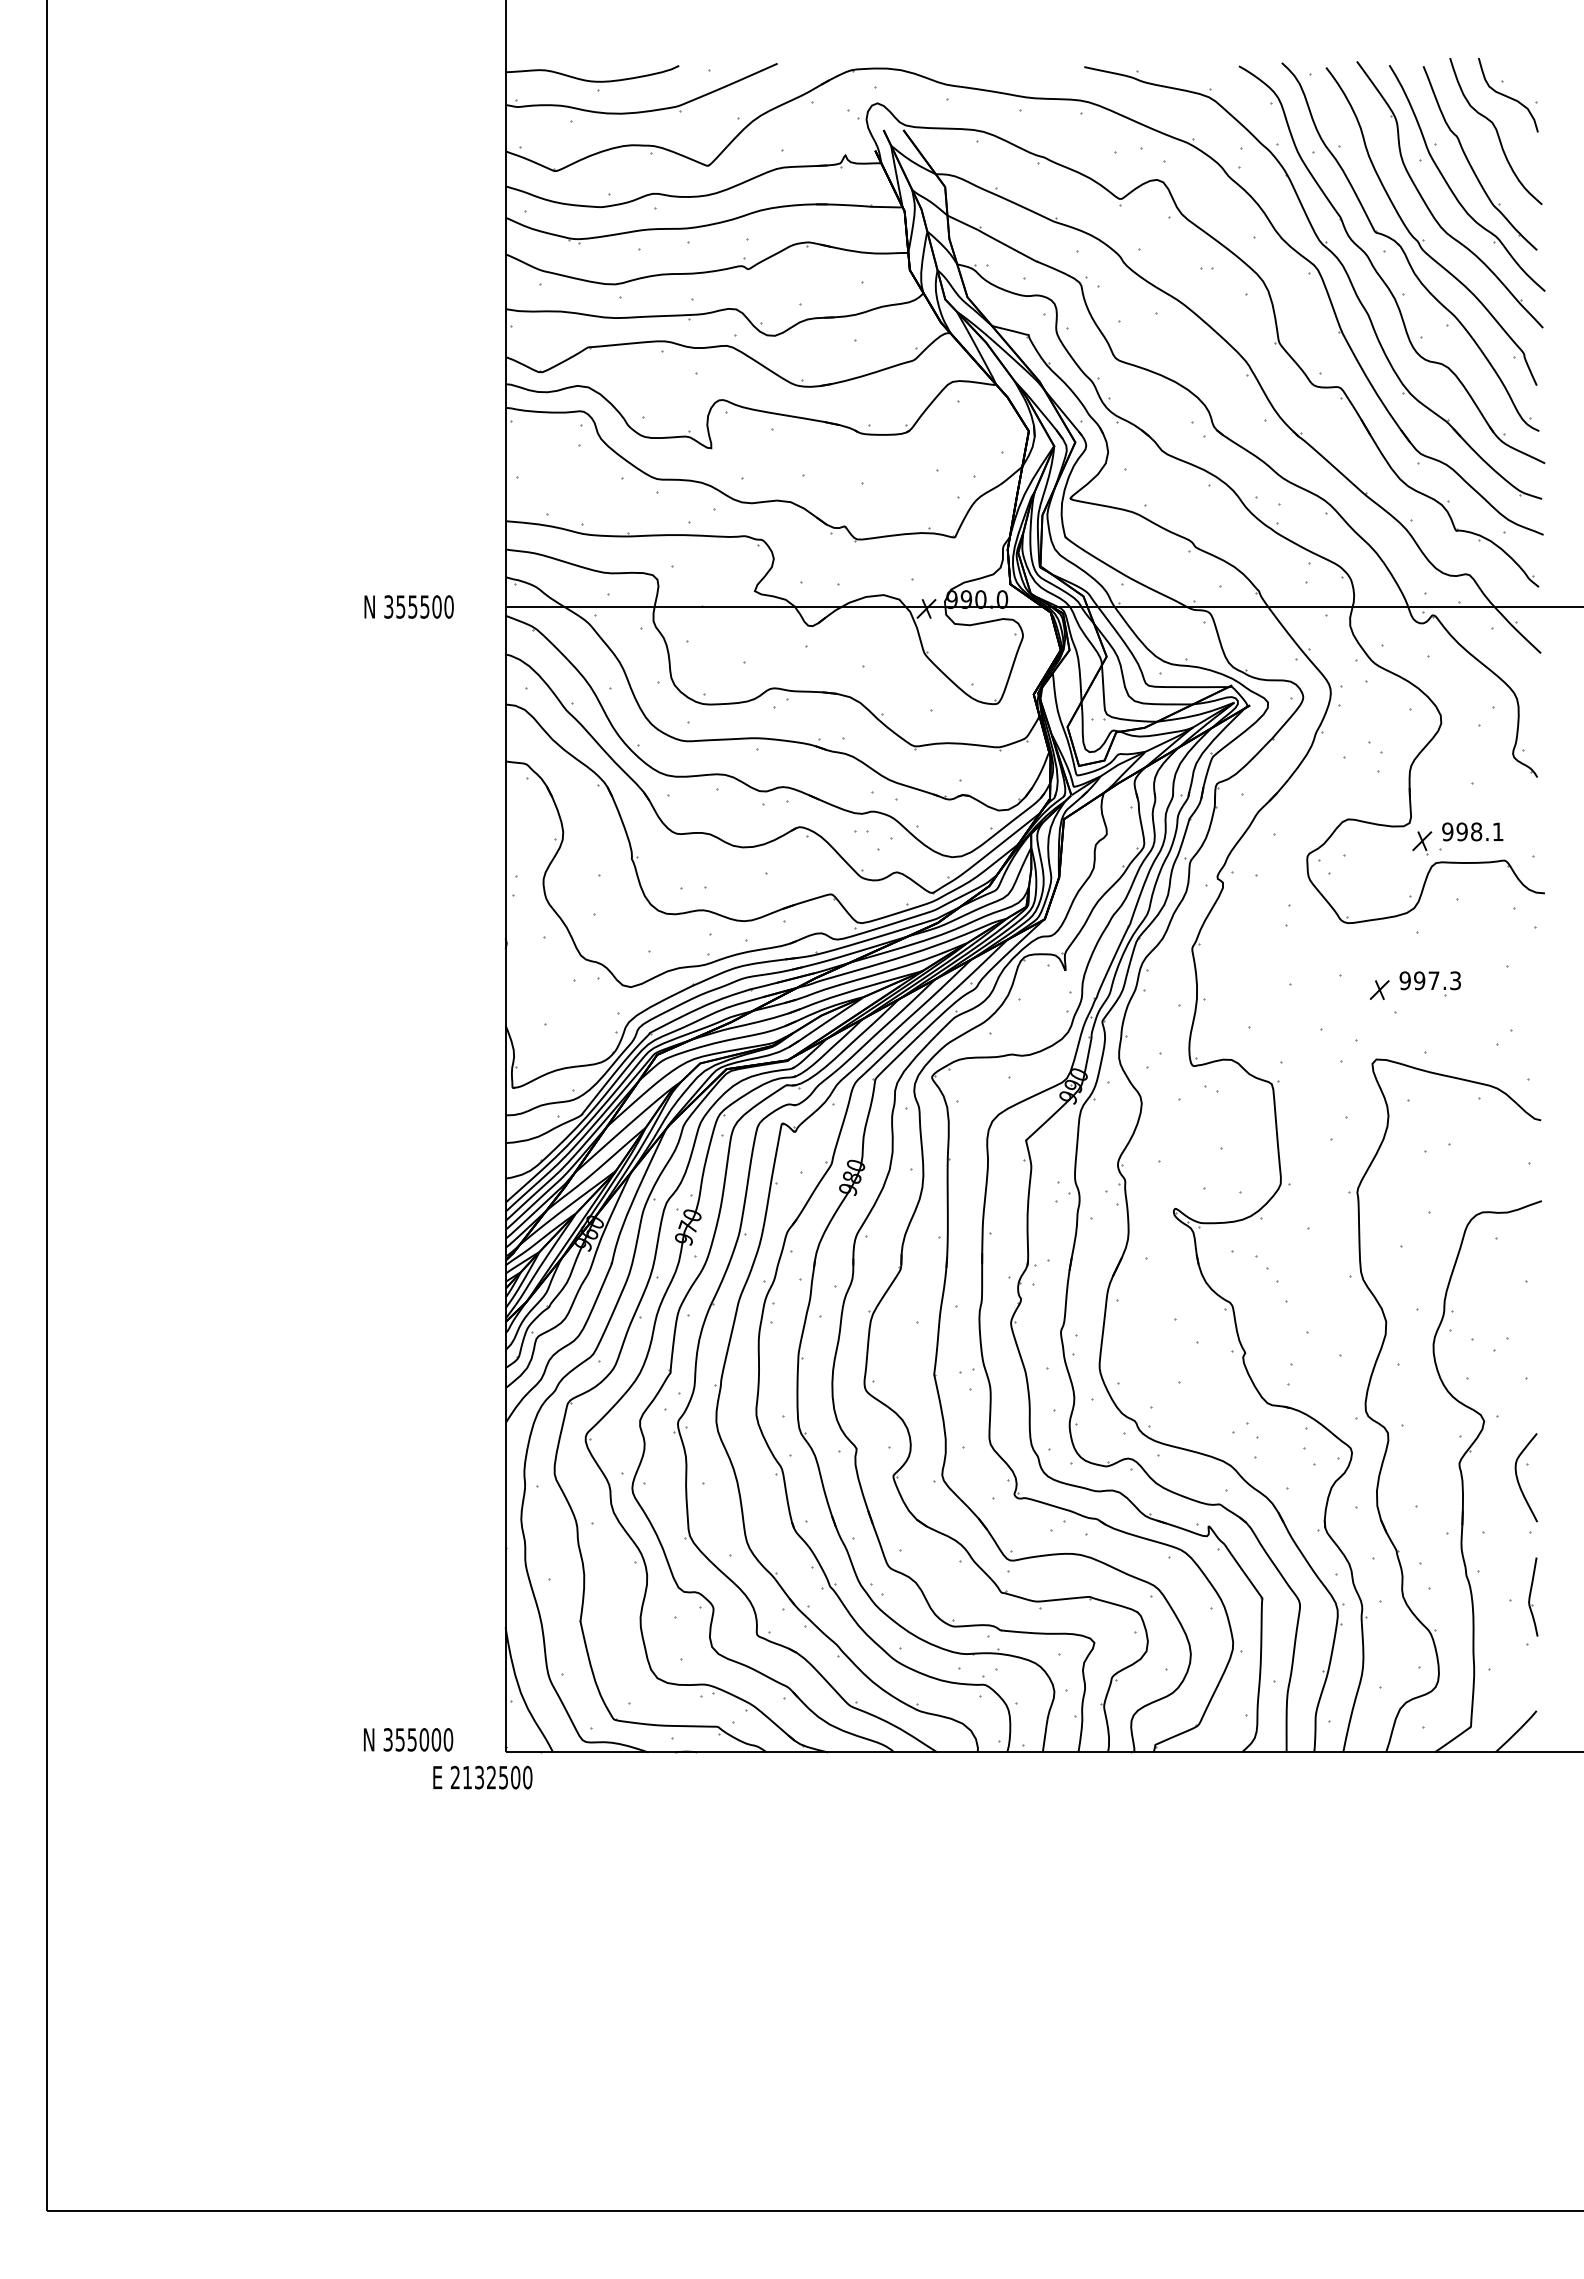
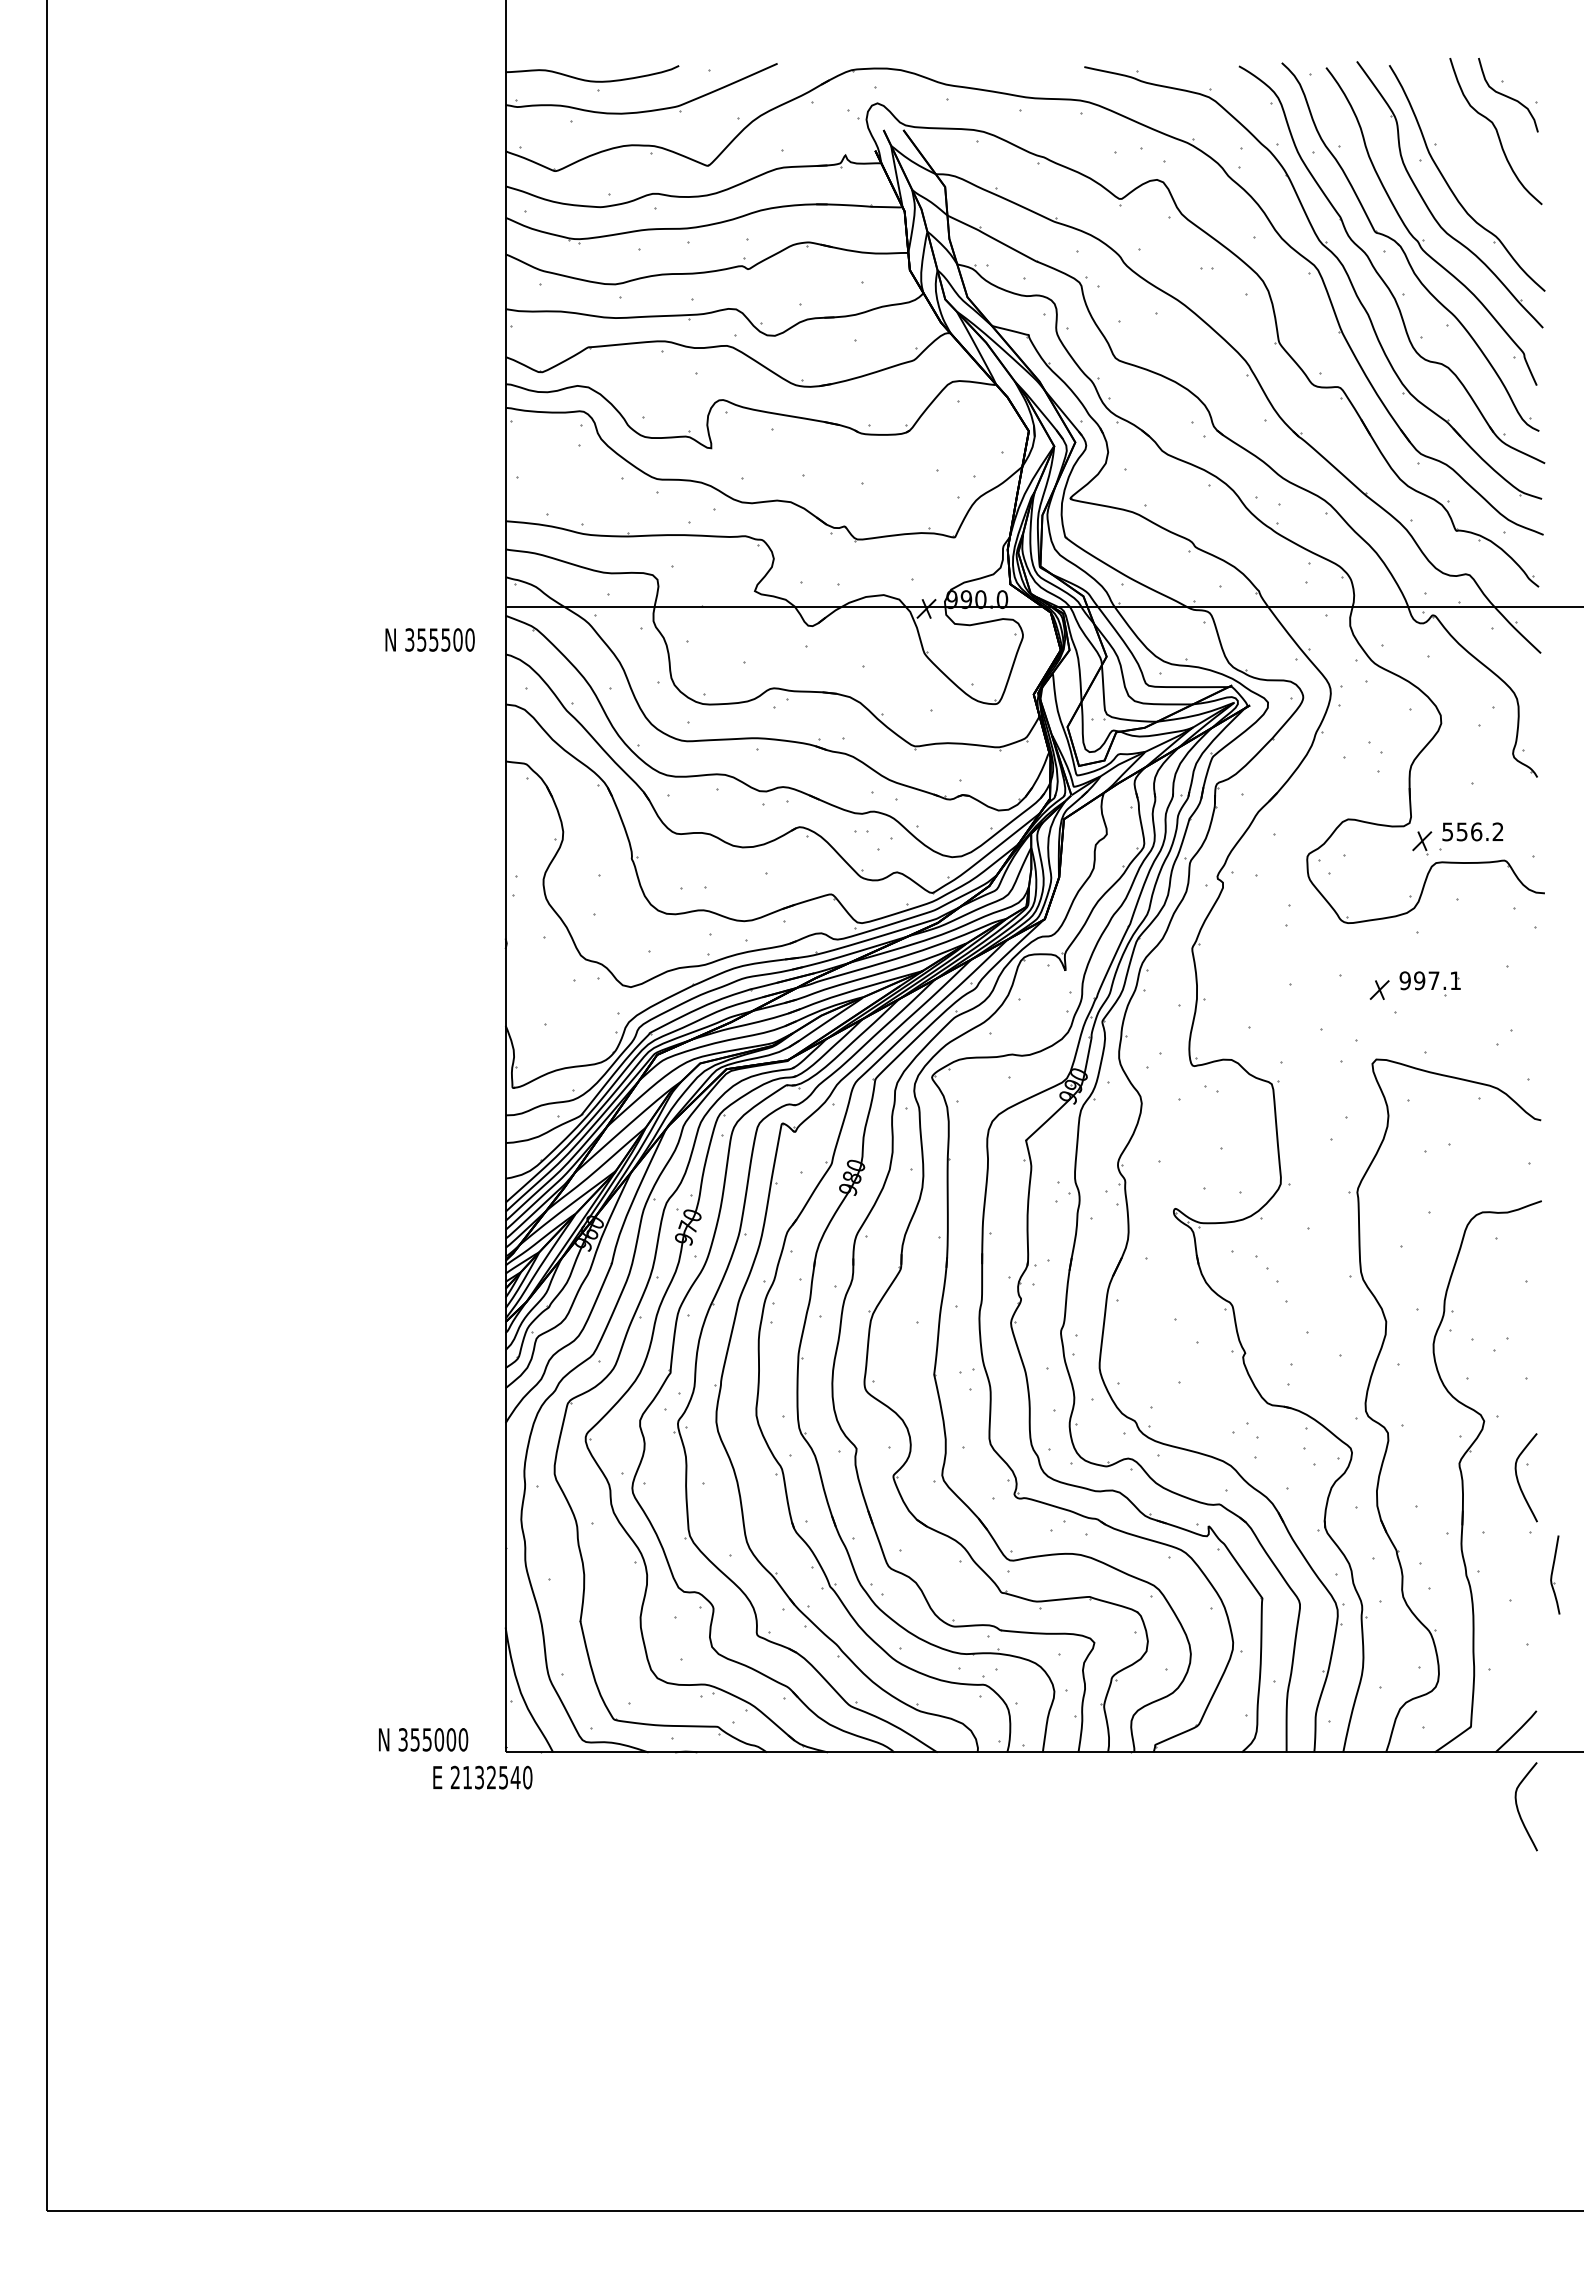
part at (1470, 163): present -> none
text at (408, 606) position: (408, 606) -> (429, 639)
text at (1472, 831): 998.1 -> 556.2
text at (1455, 980): 997.3 -> 997.1
part at (1533, 1596) position: (1533, 1596) -> (1555, 1574)
text at (408, 1739) position: (408, 1739) -> (423, 1739)
text at (515, 1777): 2132500 -> 2132540
curve at (1518, 1807): none -> present
